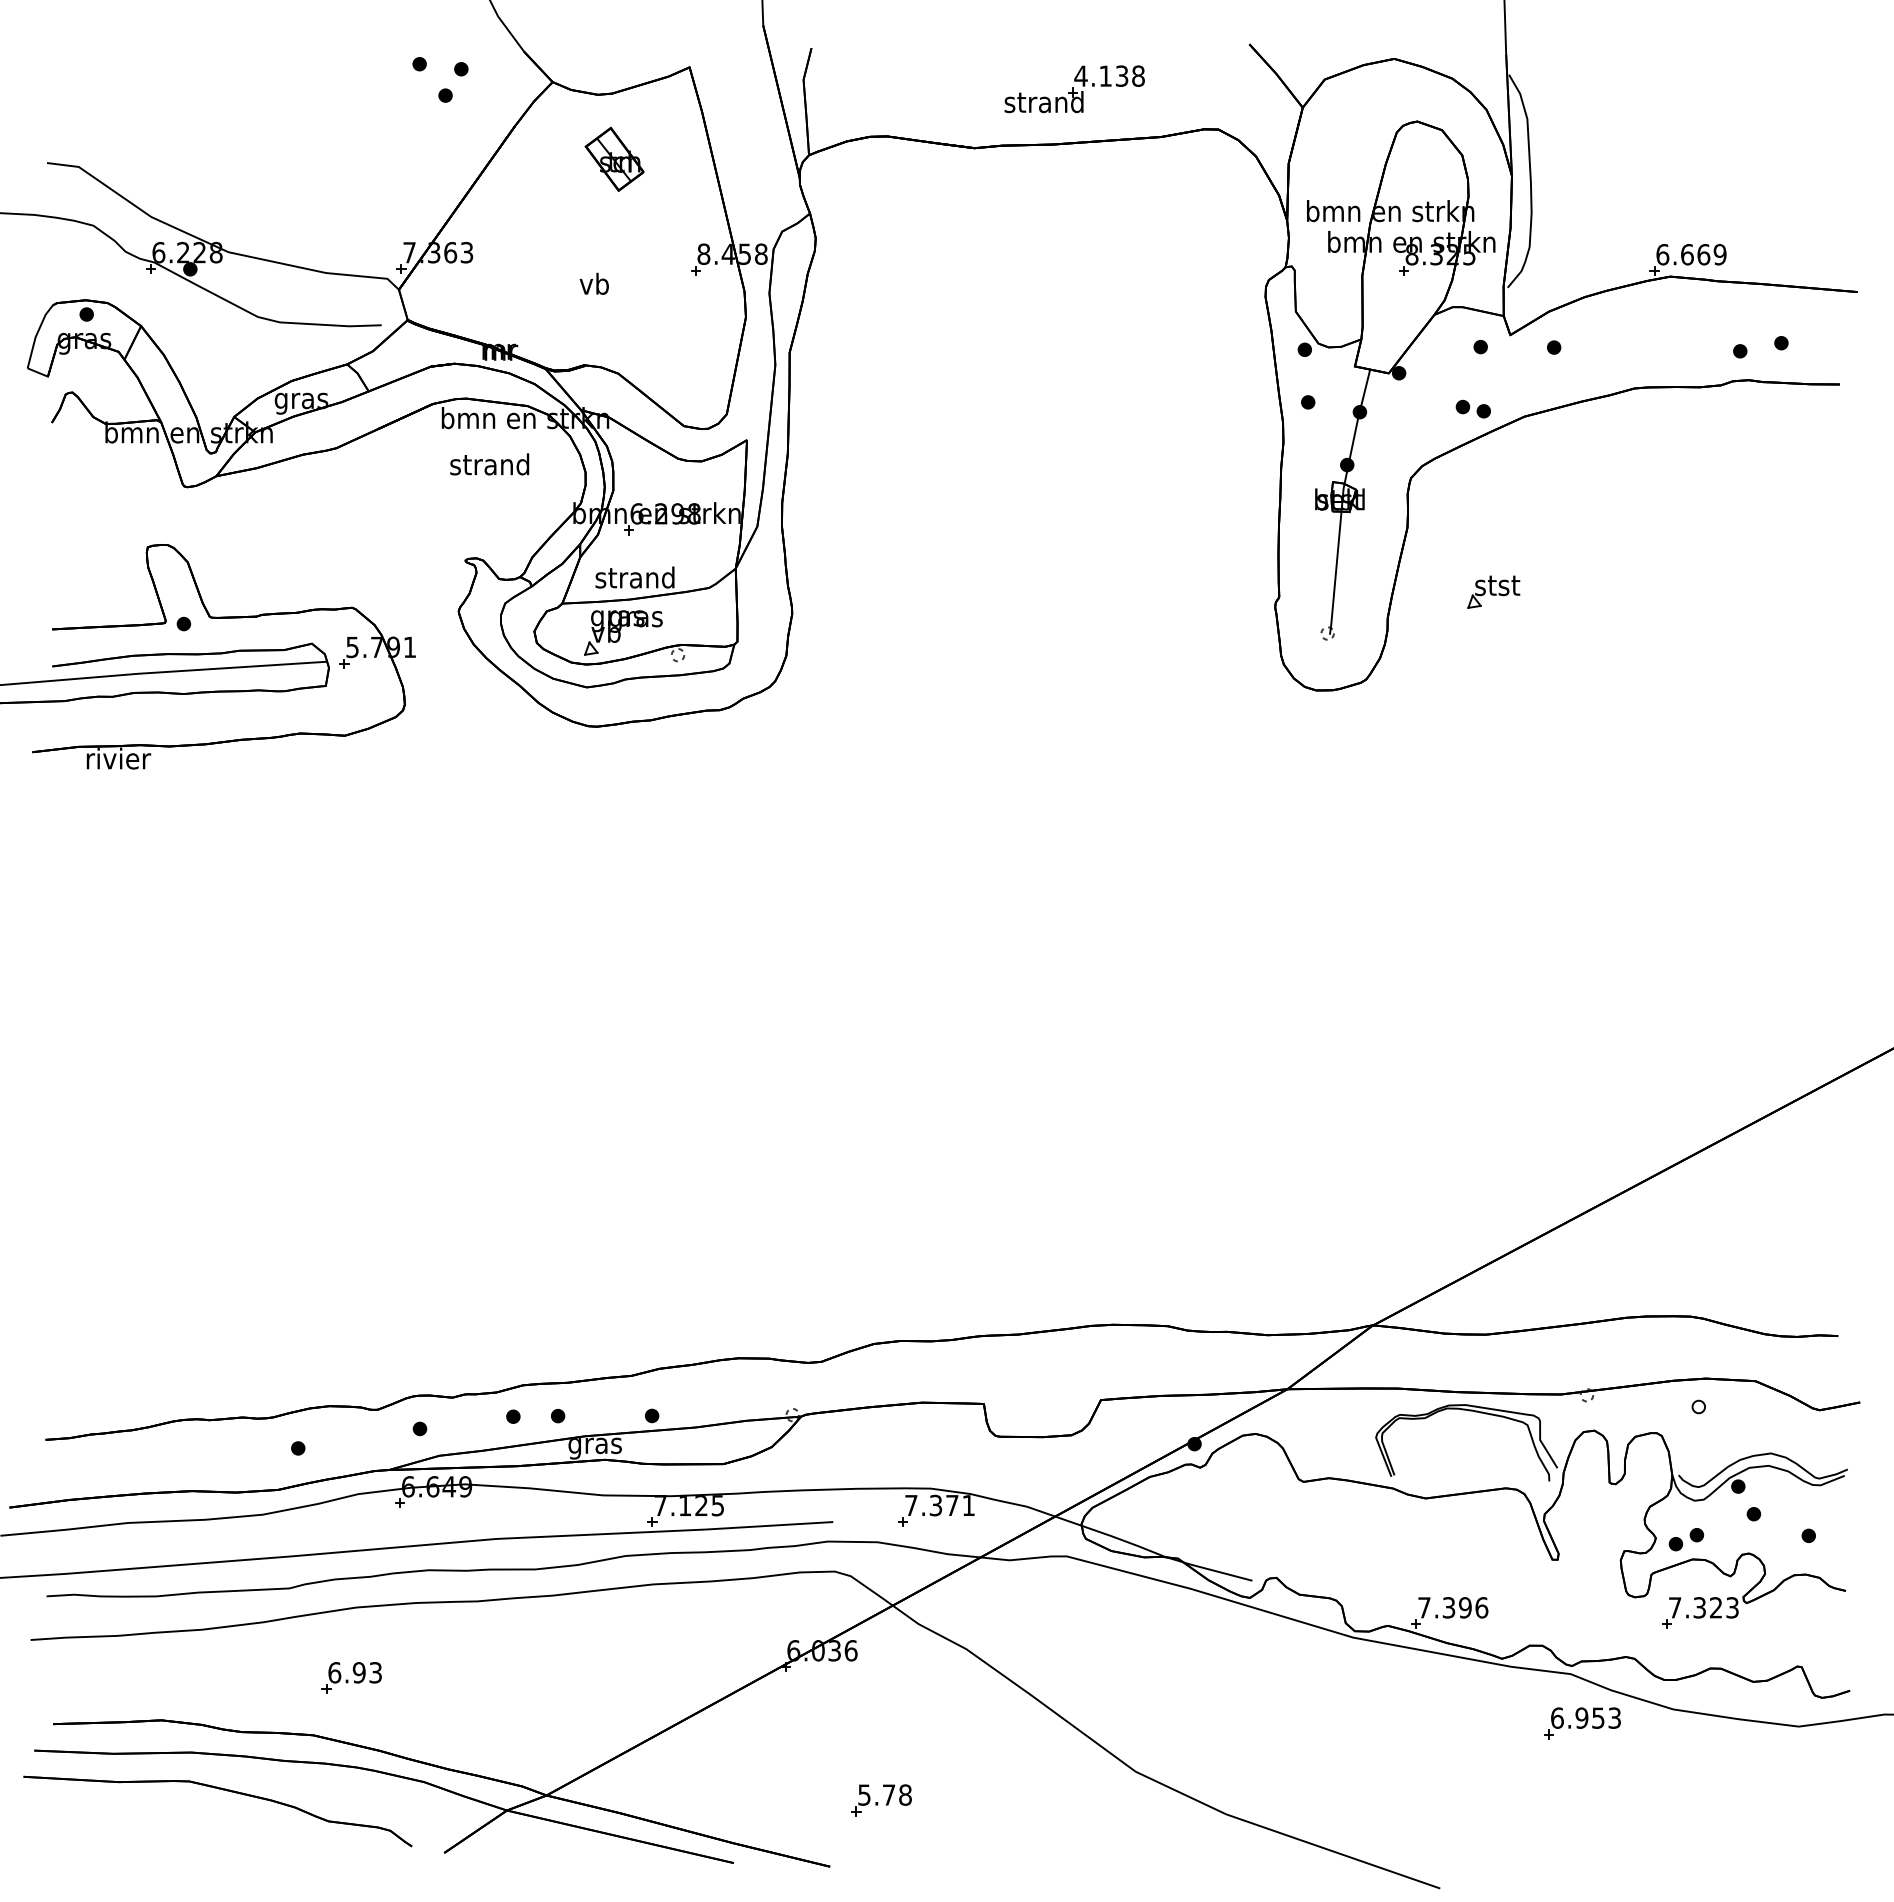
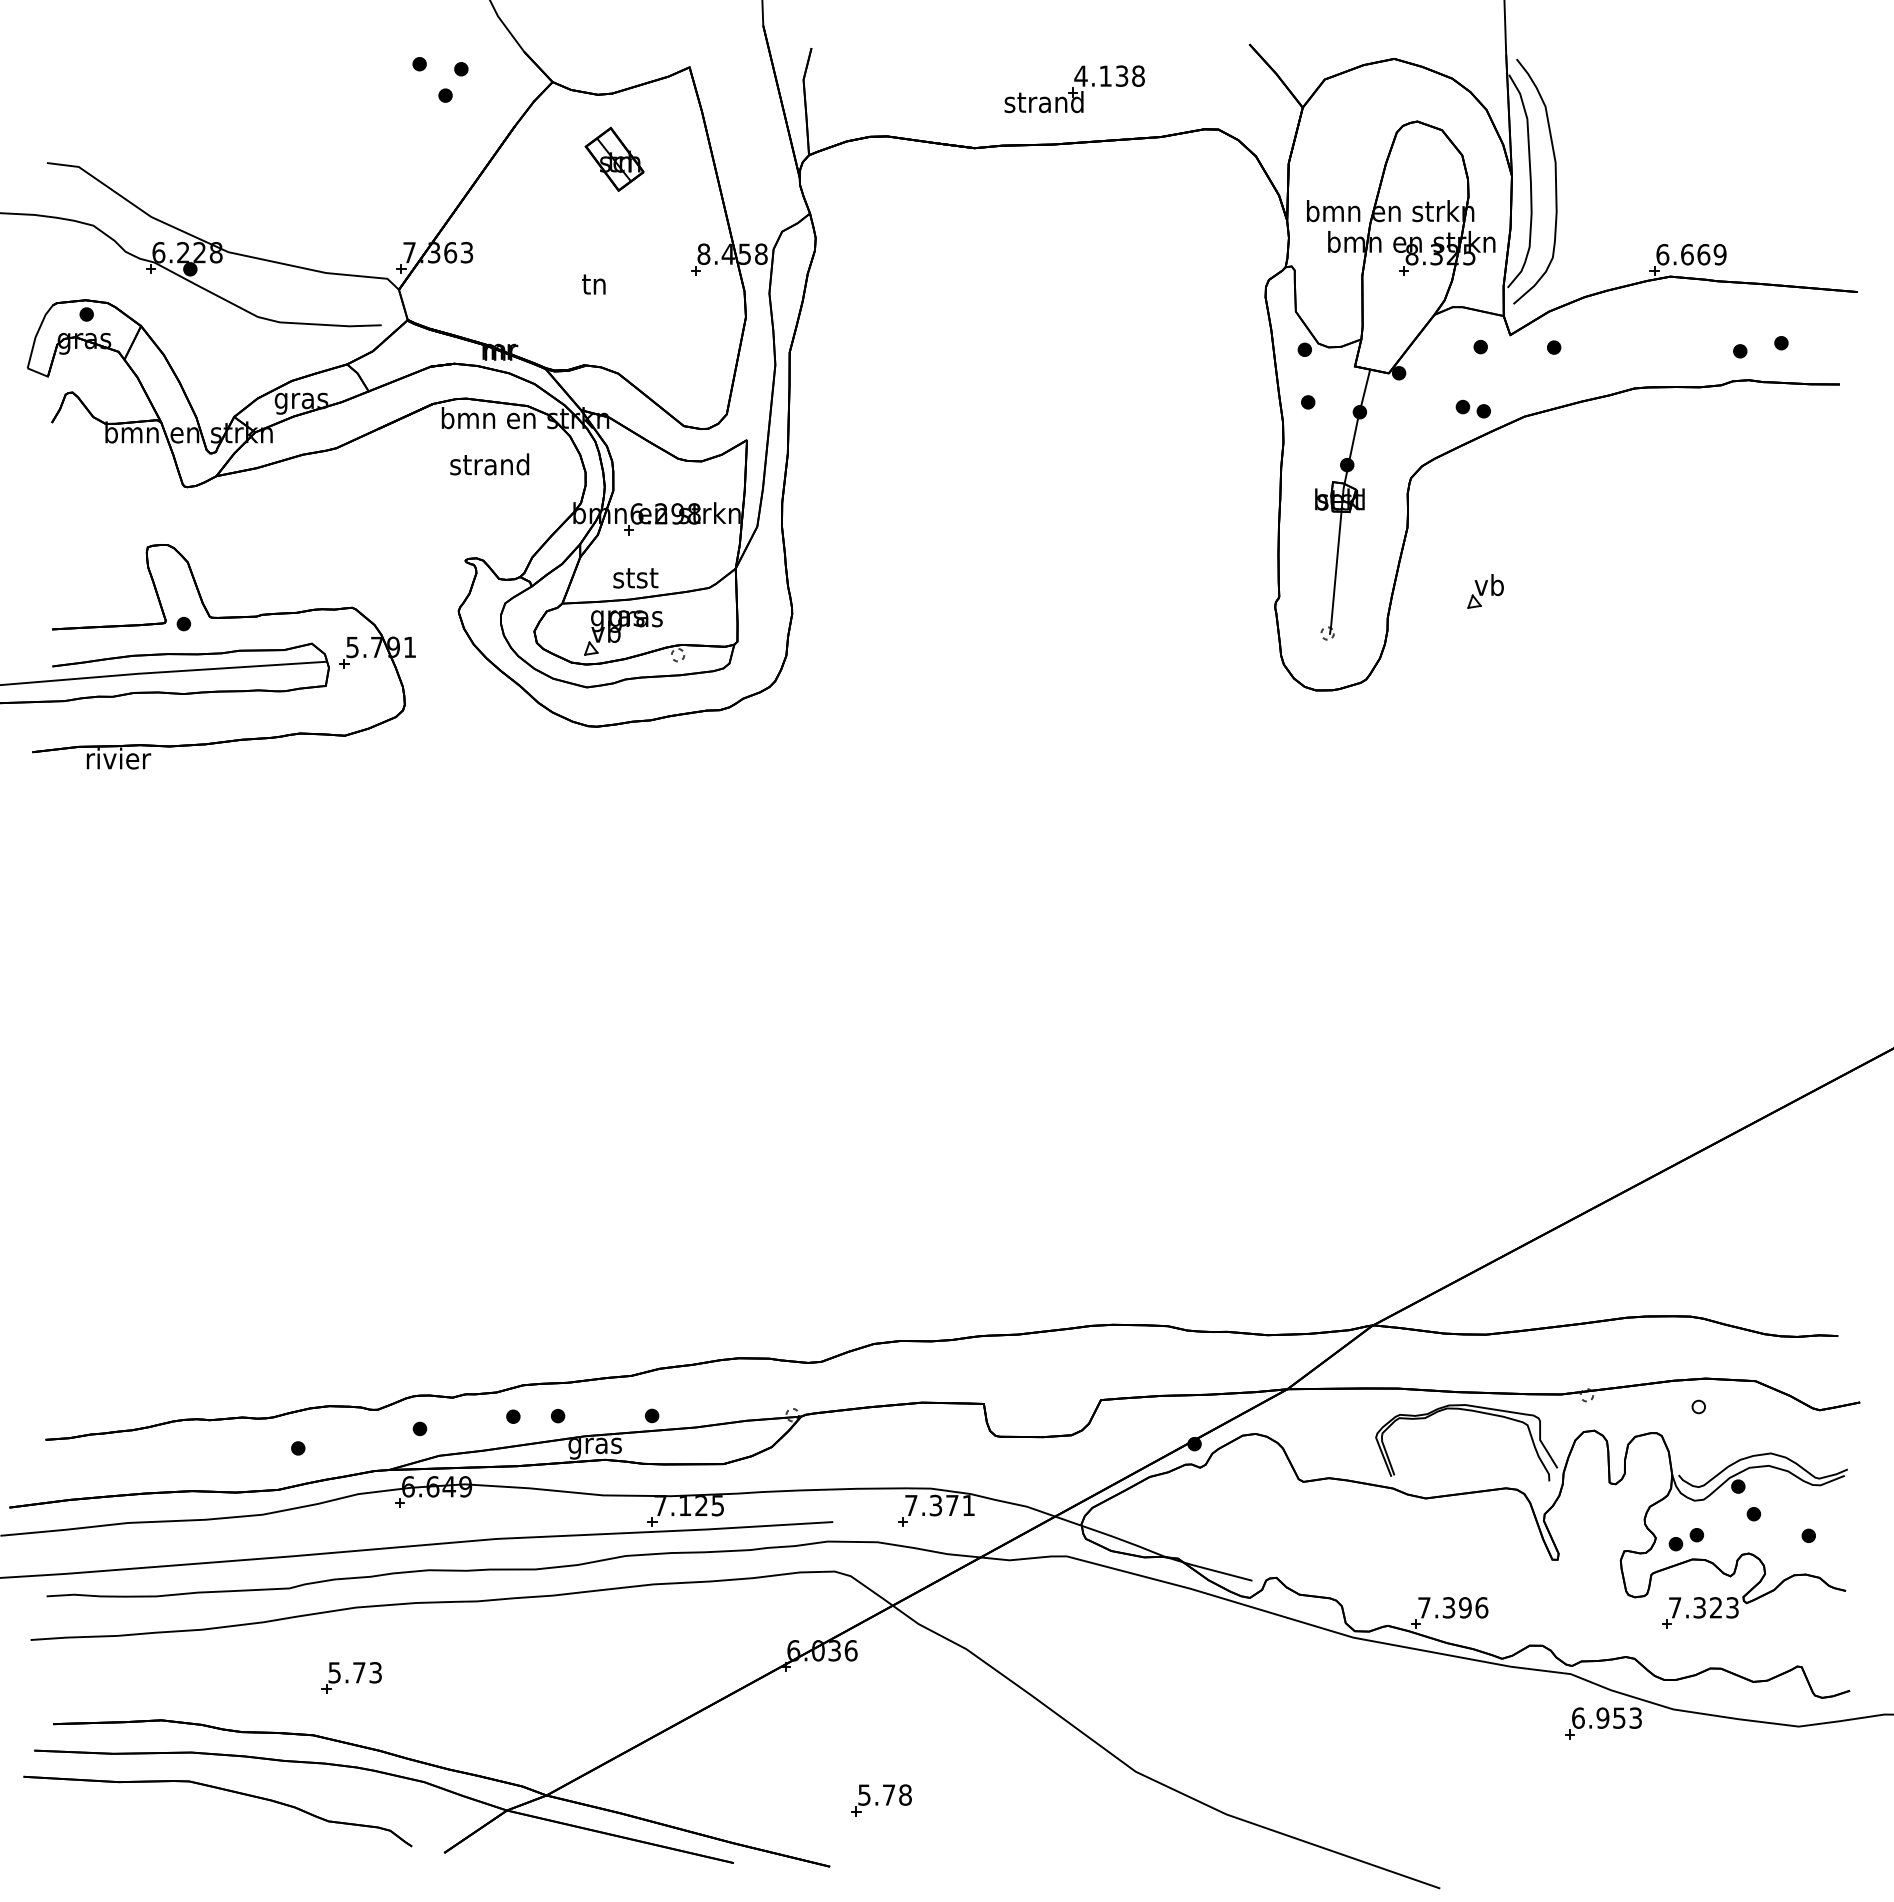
curve at (1555, 181): none -> present
text at (593, 283): vb -> tn
text at (634, 577): strand -> stst
text at (1497, 585): stst -> vb
text at (346, 1672): 6.93 -> 5.73
part at (1582, 1723) position: (1582, 1723) -> (1603, 1723)
